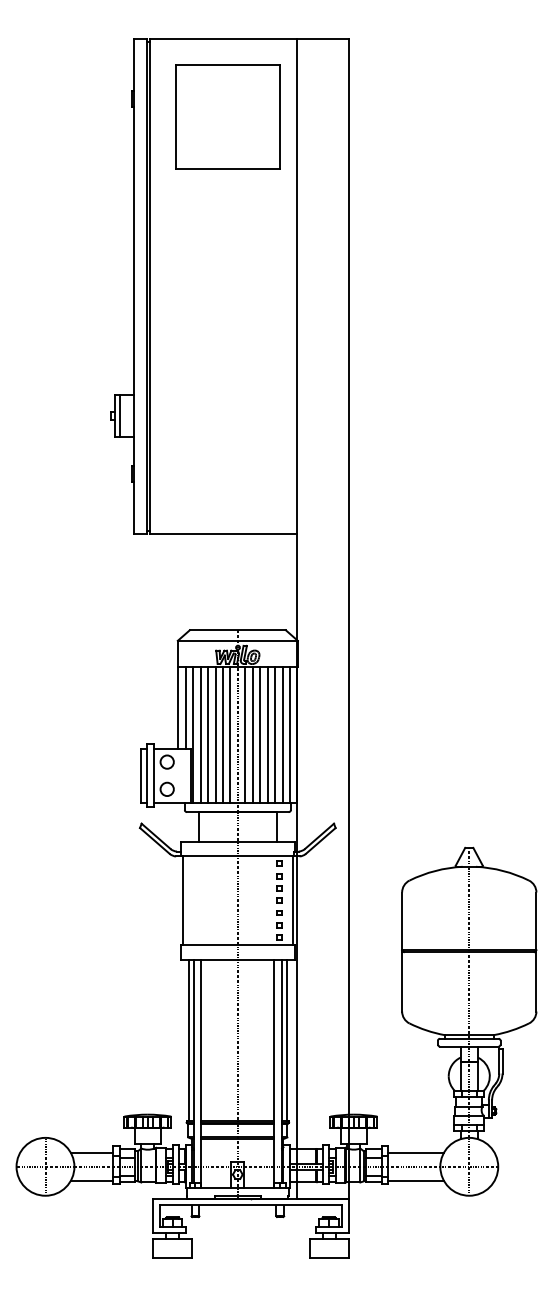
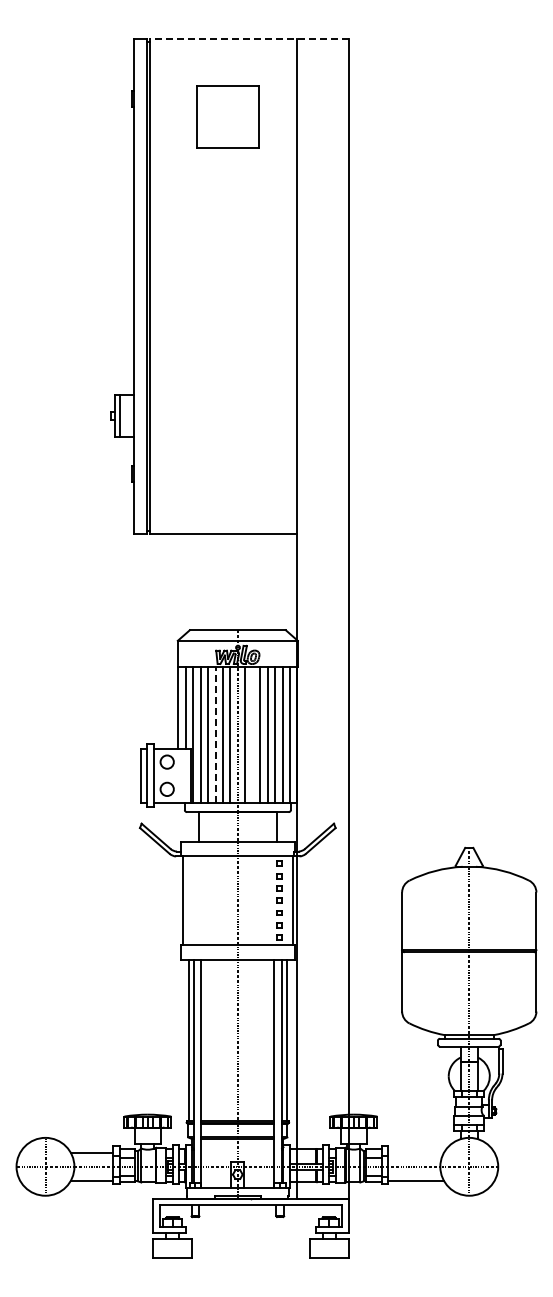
line at (248, 38): solid -> dashed
part at (227, 116) size: 106x106 px -> 64x64 px
line at (215, 734): solid -> dashed
line at (252, 734): present -> none
line at (415, 1152): present -> none
